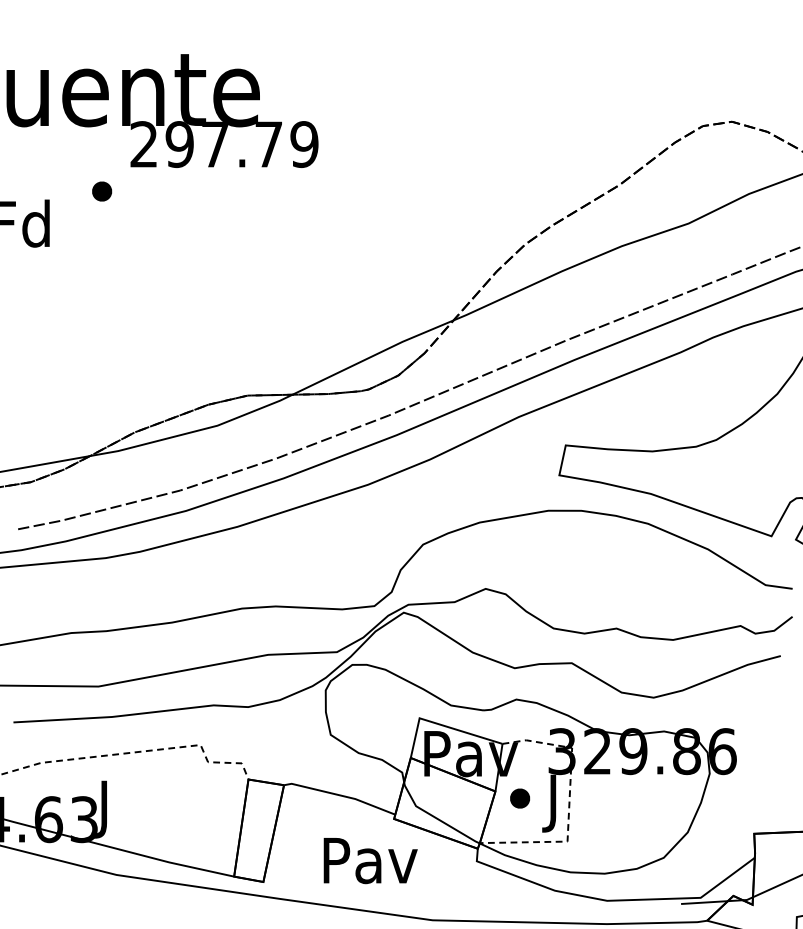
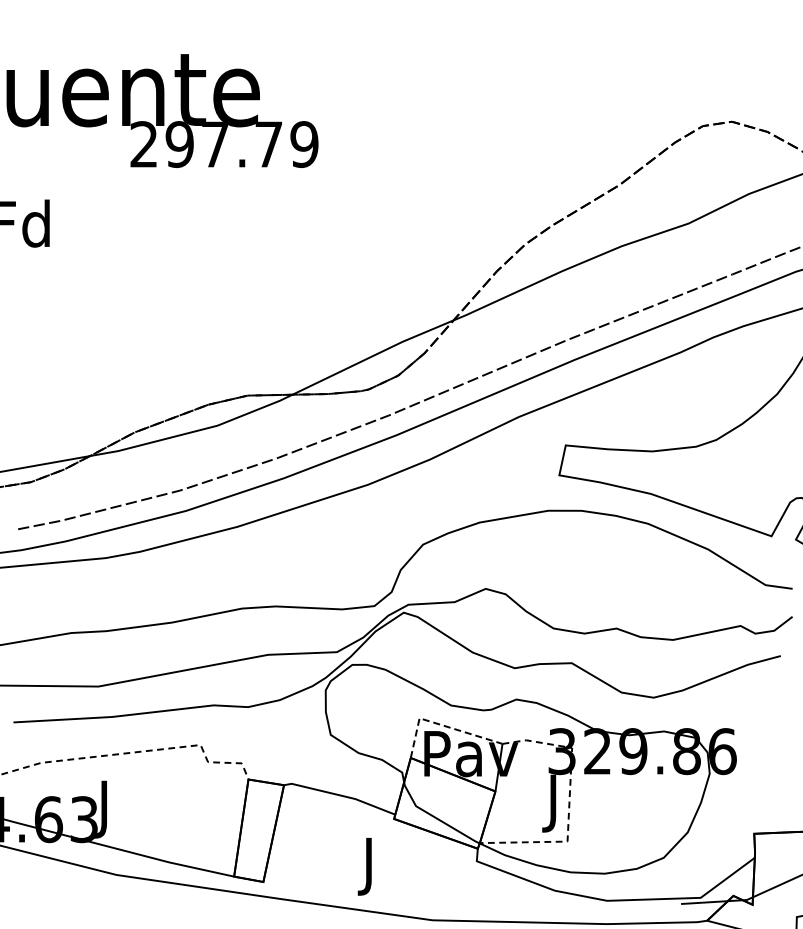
part at (102, 191): present -> none
line at (441, 725): solid -> dashed
part at (520, 798): present -> none
text at (370, 866): Pav -> J
